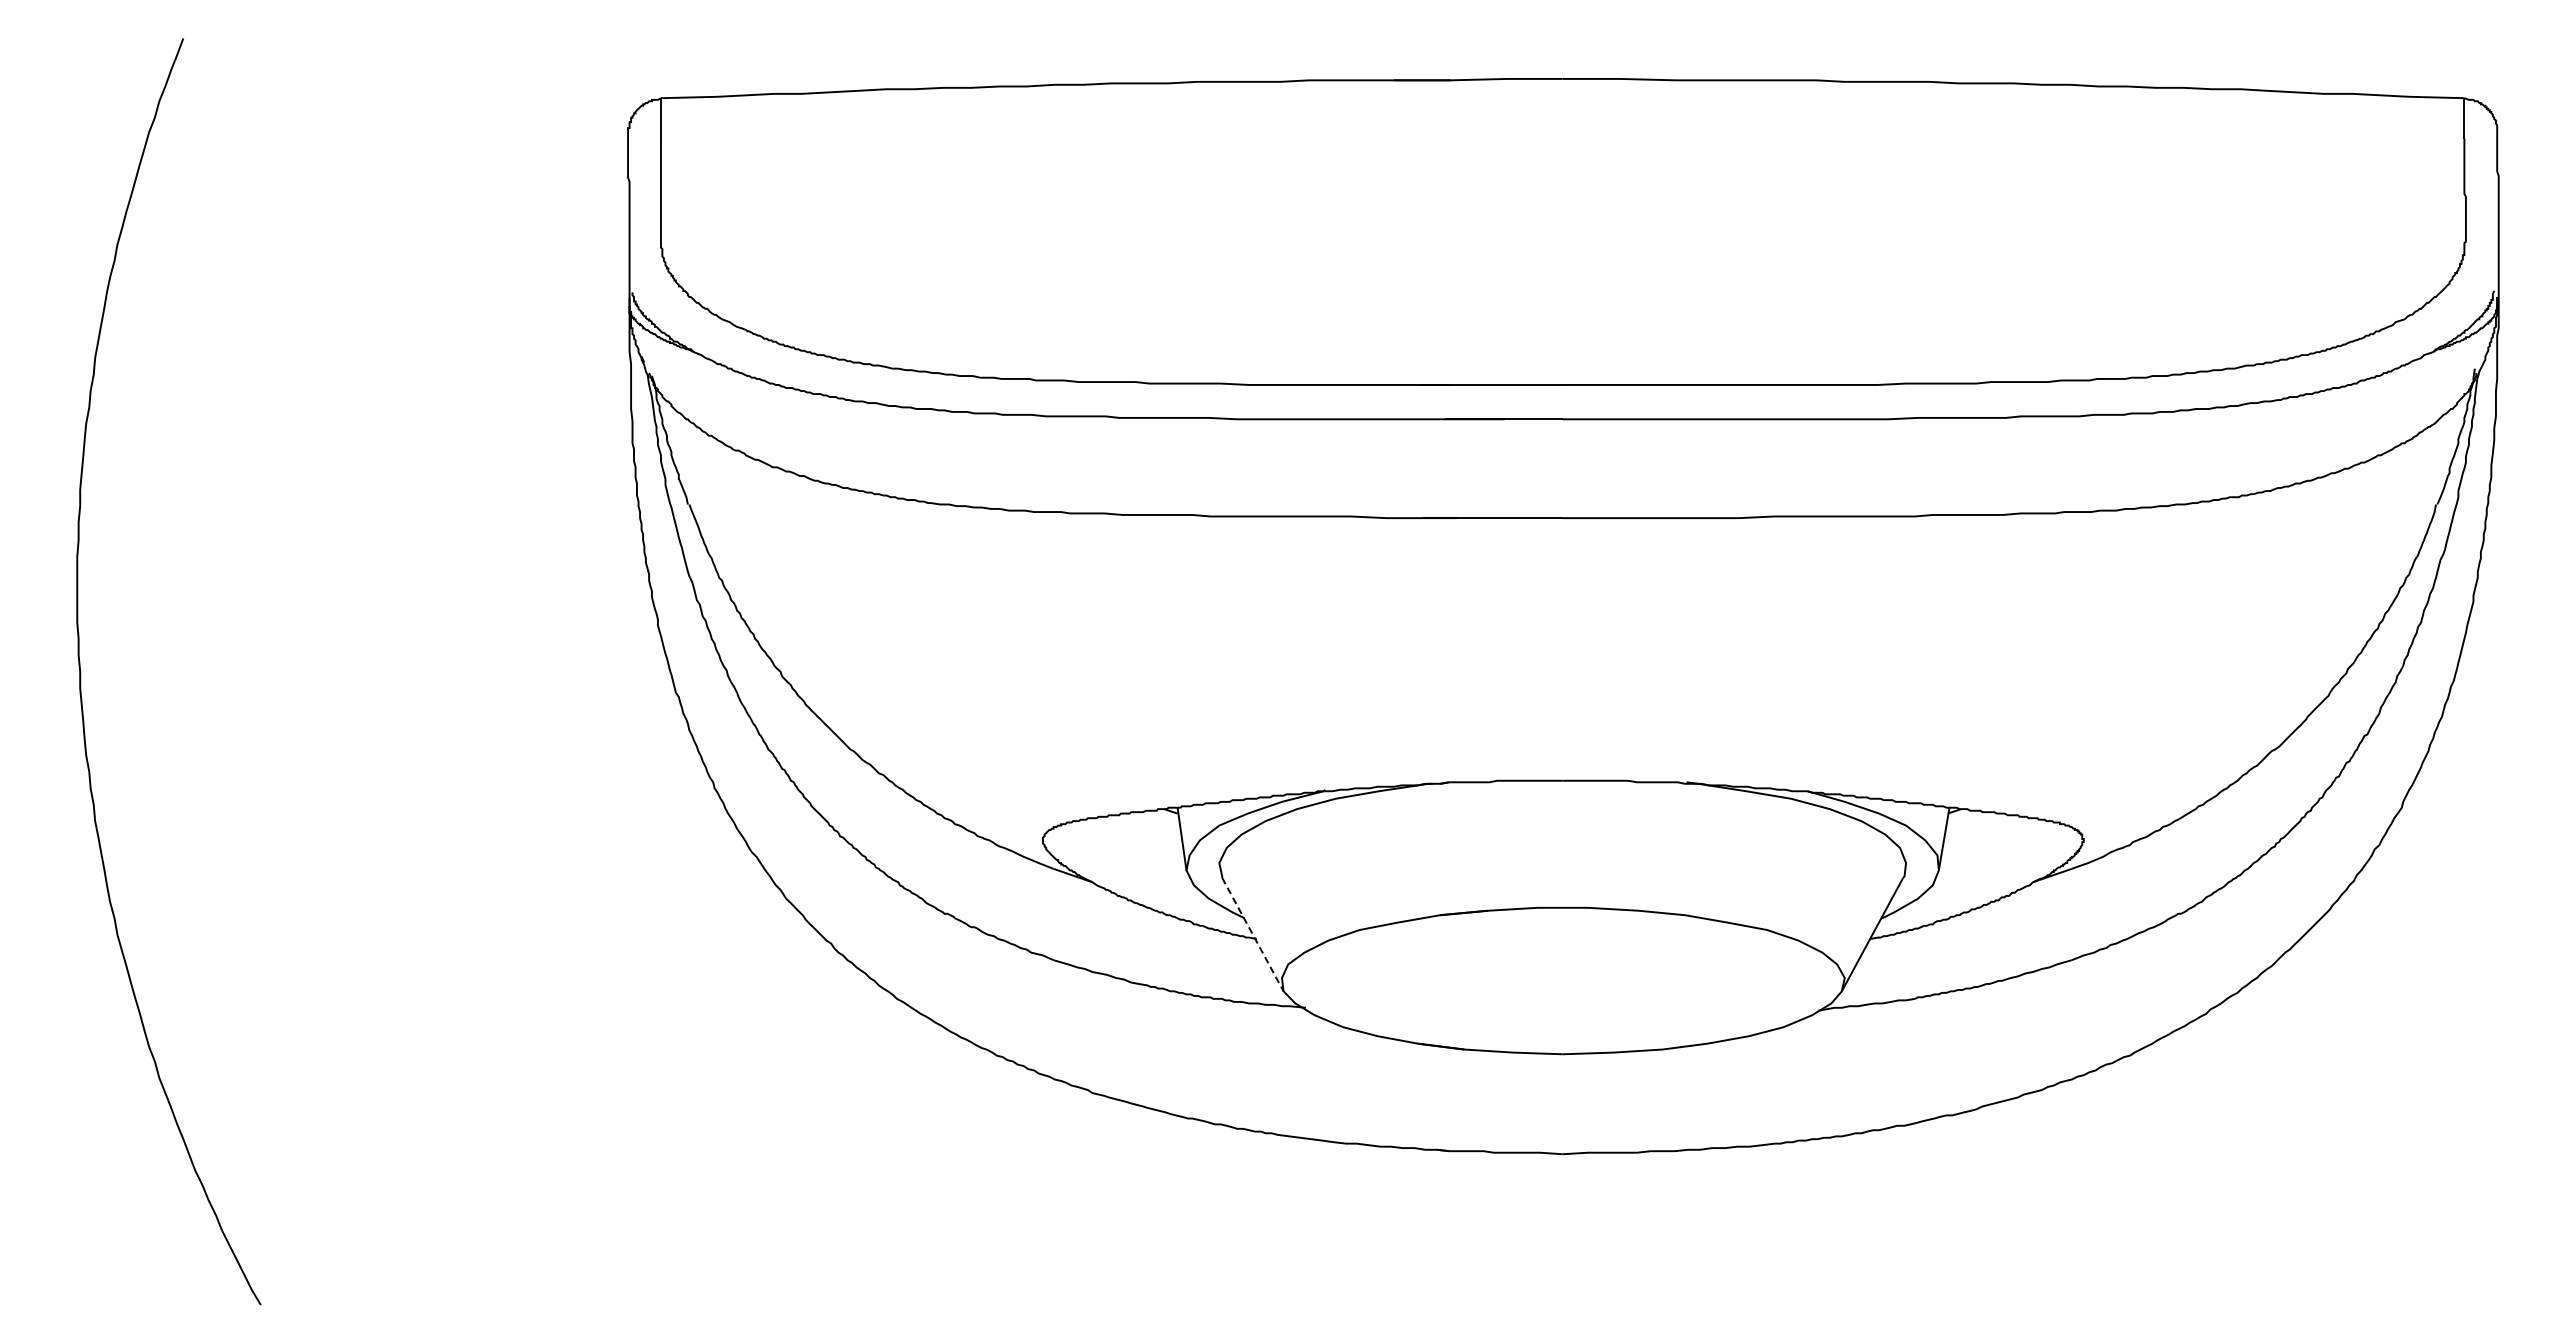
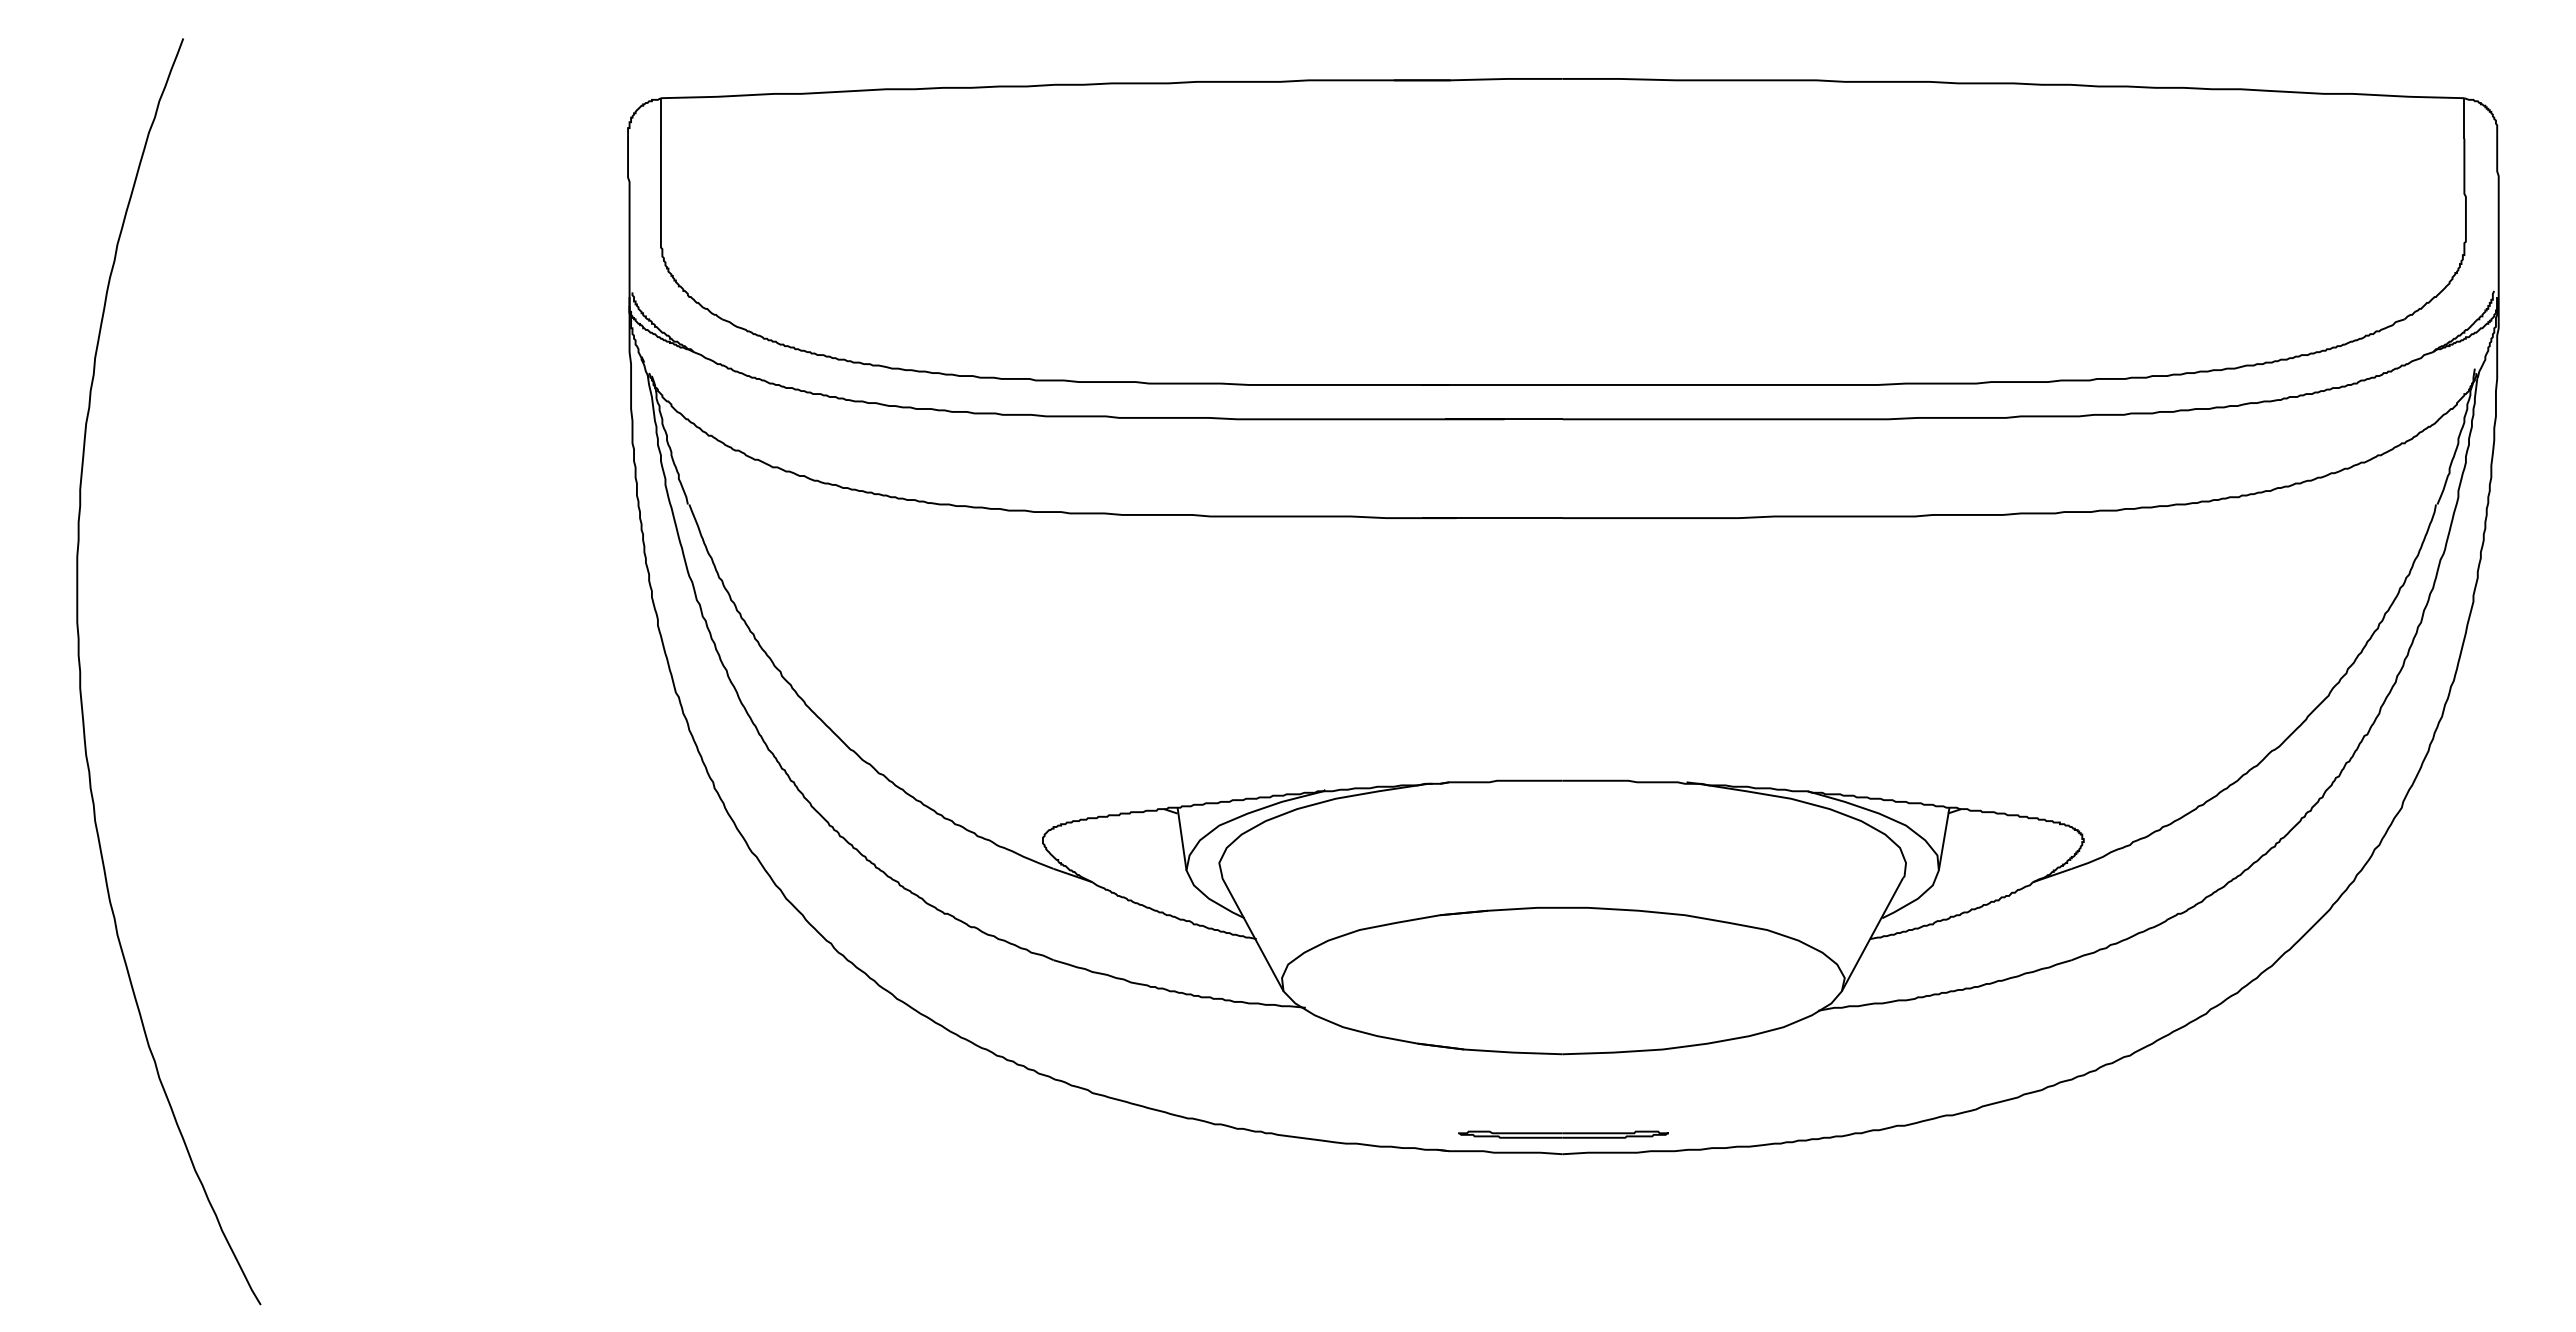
line at (1253, 935): dashed -> solid
part at (1563, 1134): none -> present
